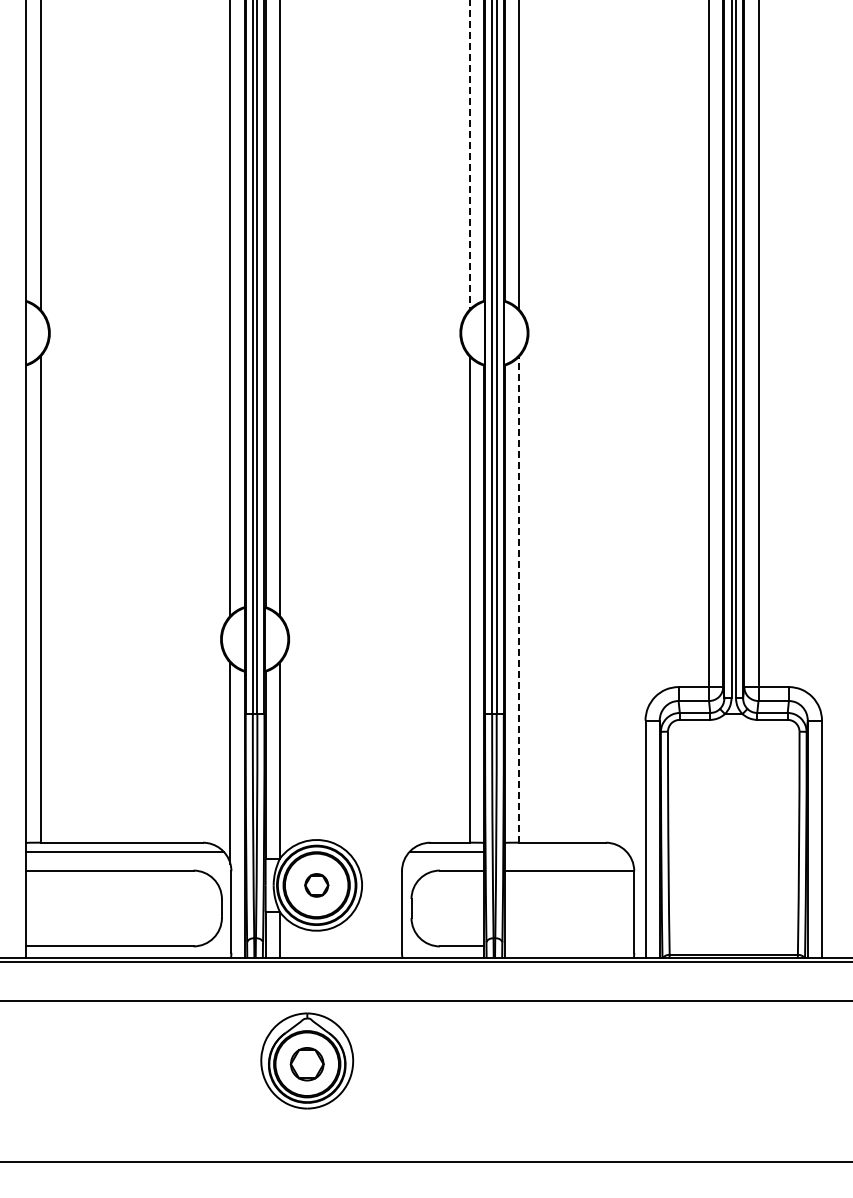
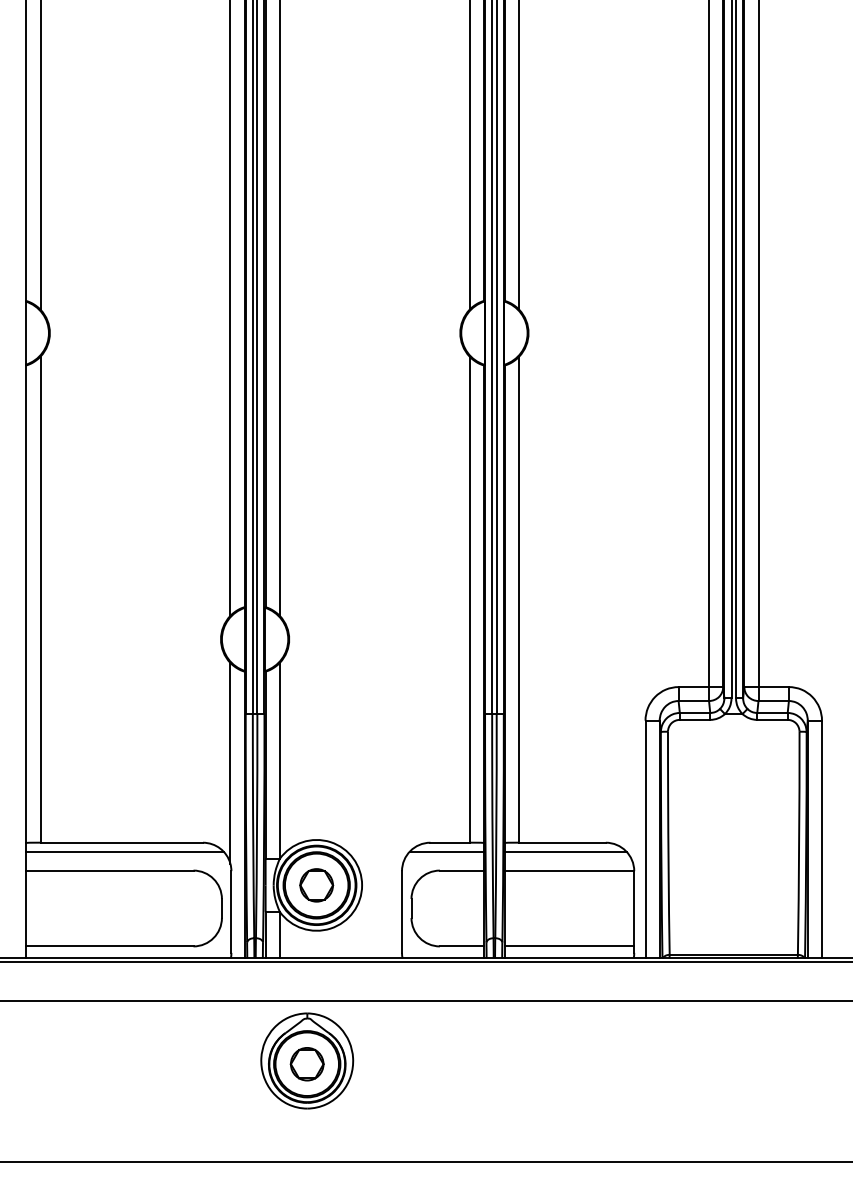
line at (469, 155): dashed -> solid
line at (519, 599): dashed -> solid
line at (565, 852): none -> present
part at (316, 885) size: 26x25 px -> 36x35 px
line at (569, 946): none -> present
